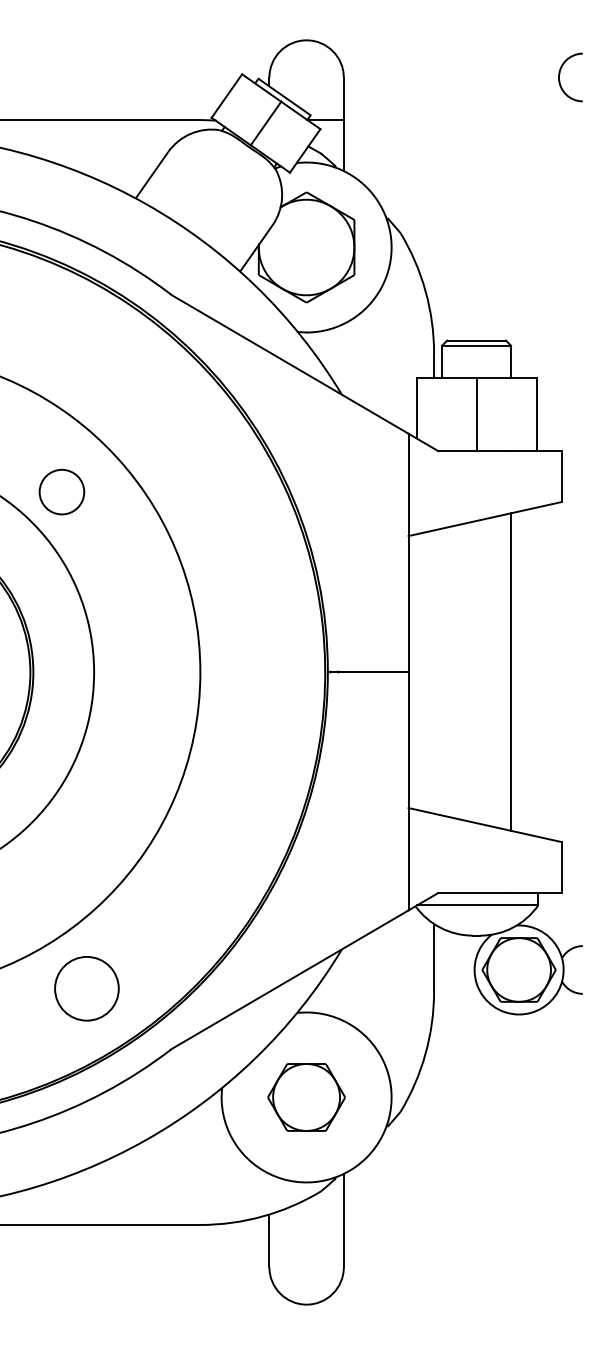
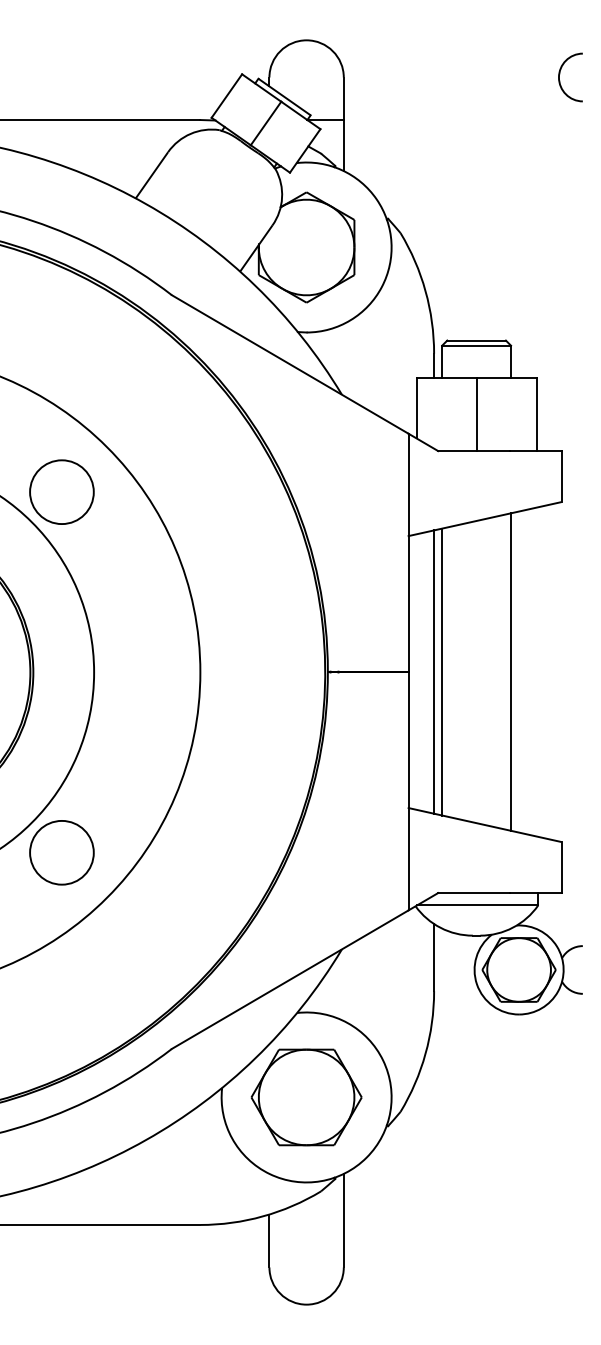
circle at (61, 491) size: 48x48 px -> 66x66 px
line at (434, 671): none -> present
line at (442, 671): none -> present
circle at (86, 988) position: (86, 988) -> (61, 852)
part at (306, 1097) size: 79x69 px -> 113x99 px
